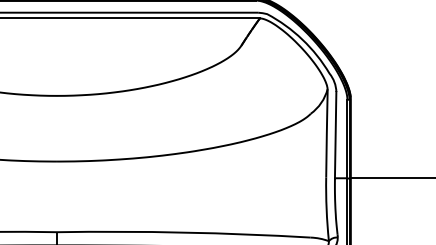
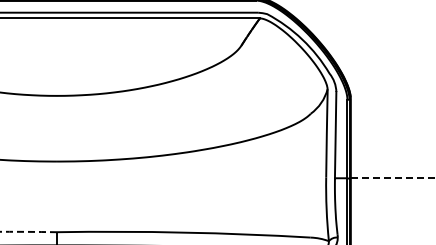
line at (393, 178): solid -> dashed
arc at (28, 231): solid -> dashed
